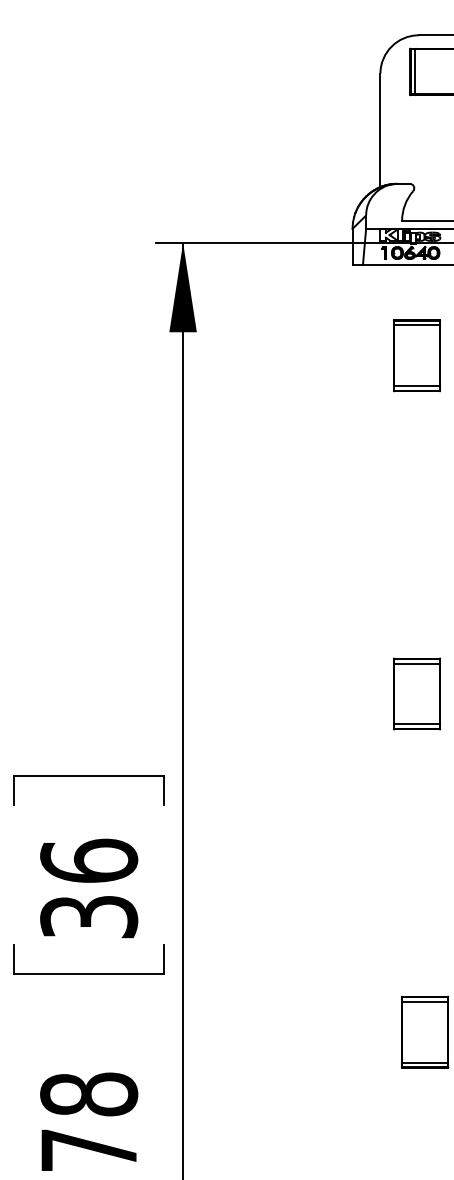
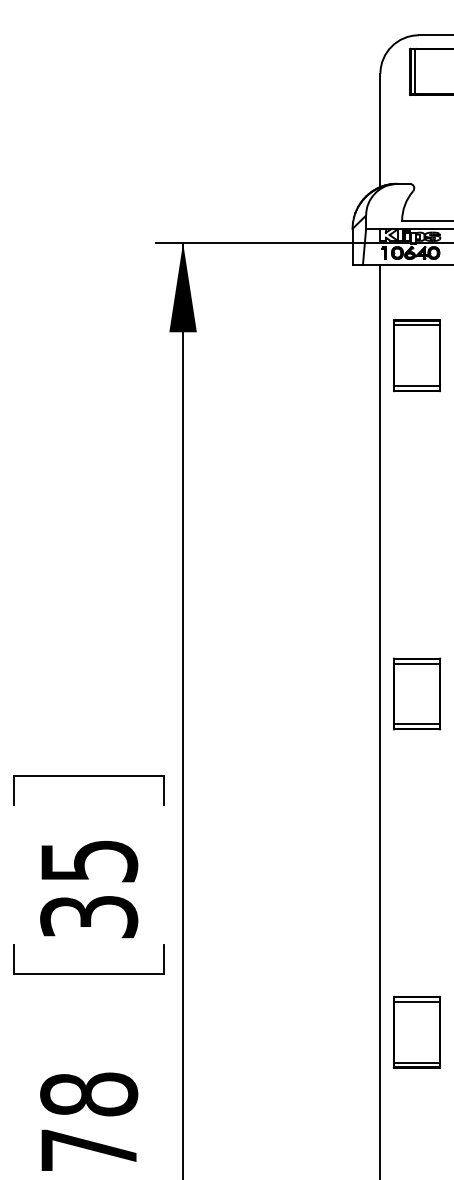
line at (380, 720): none -> present
text at (89, 860): 36 -> 35
part at (425, 1031) position: (425, 1031) -> (417, 1031)
